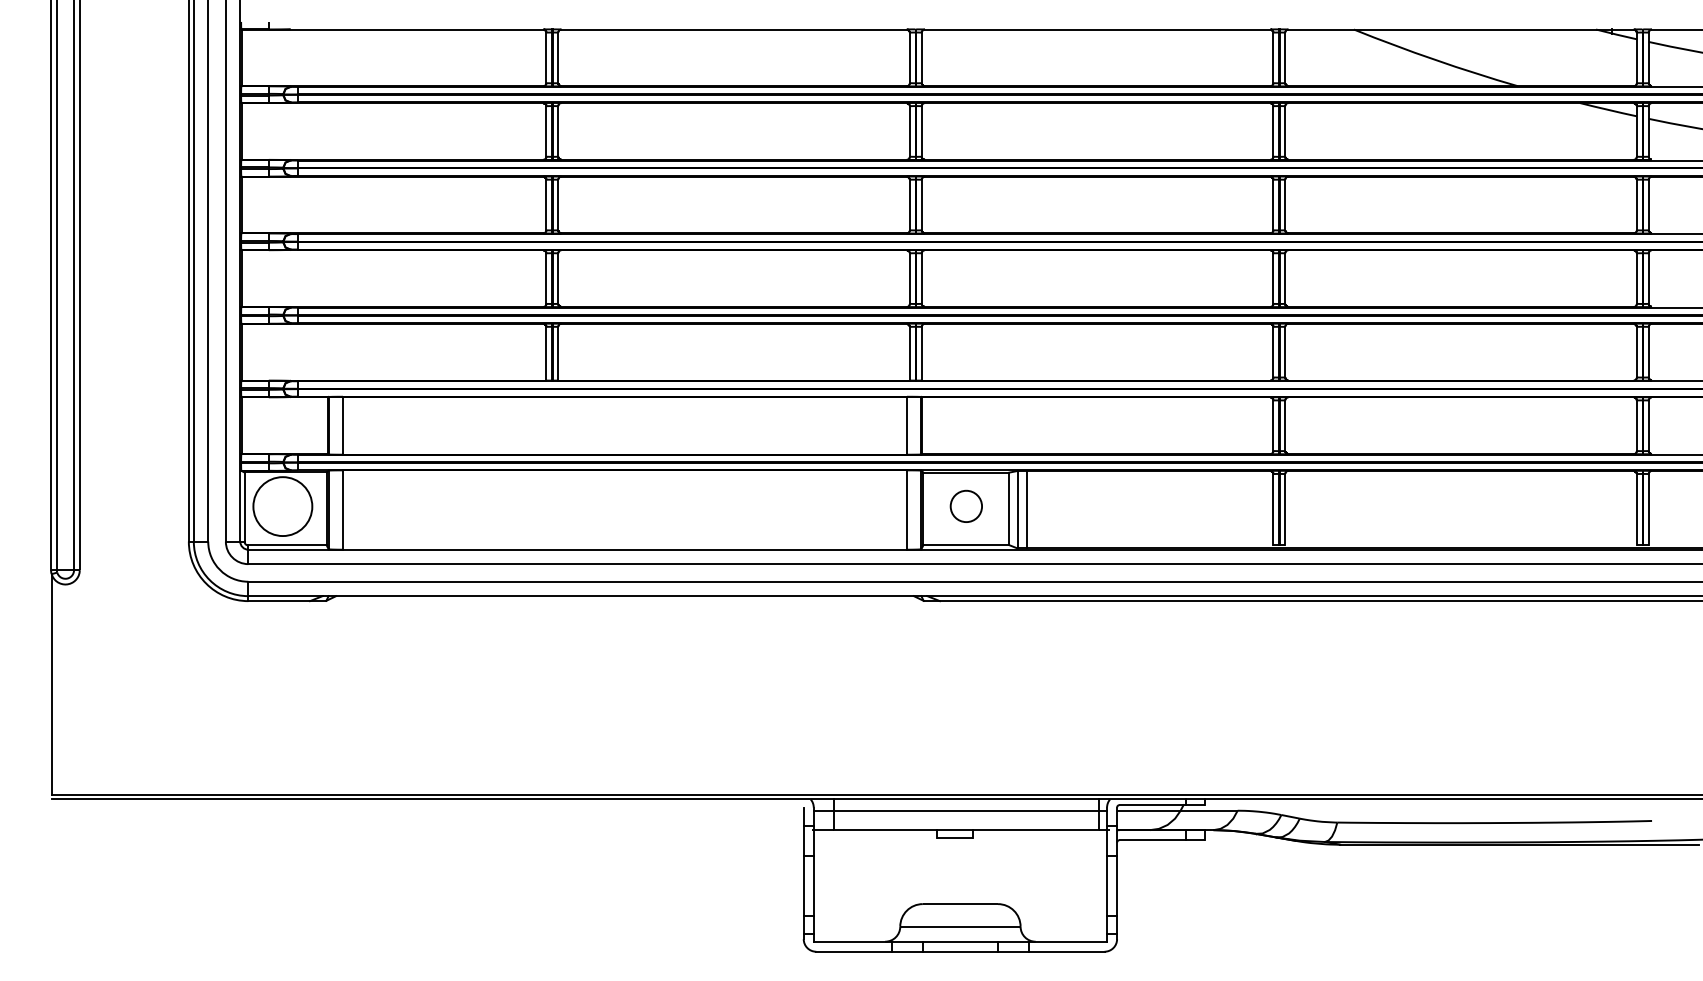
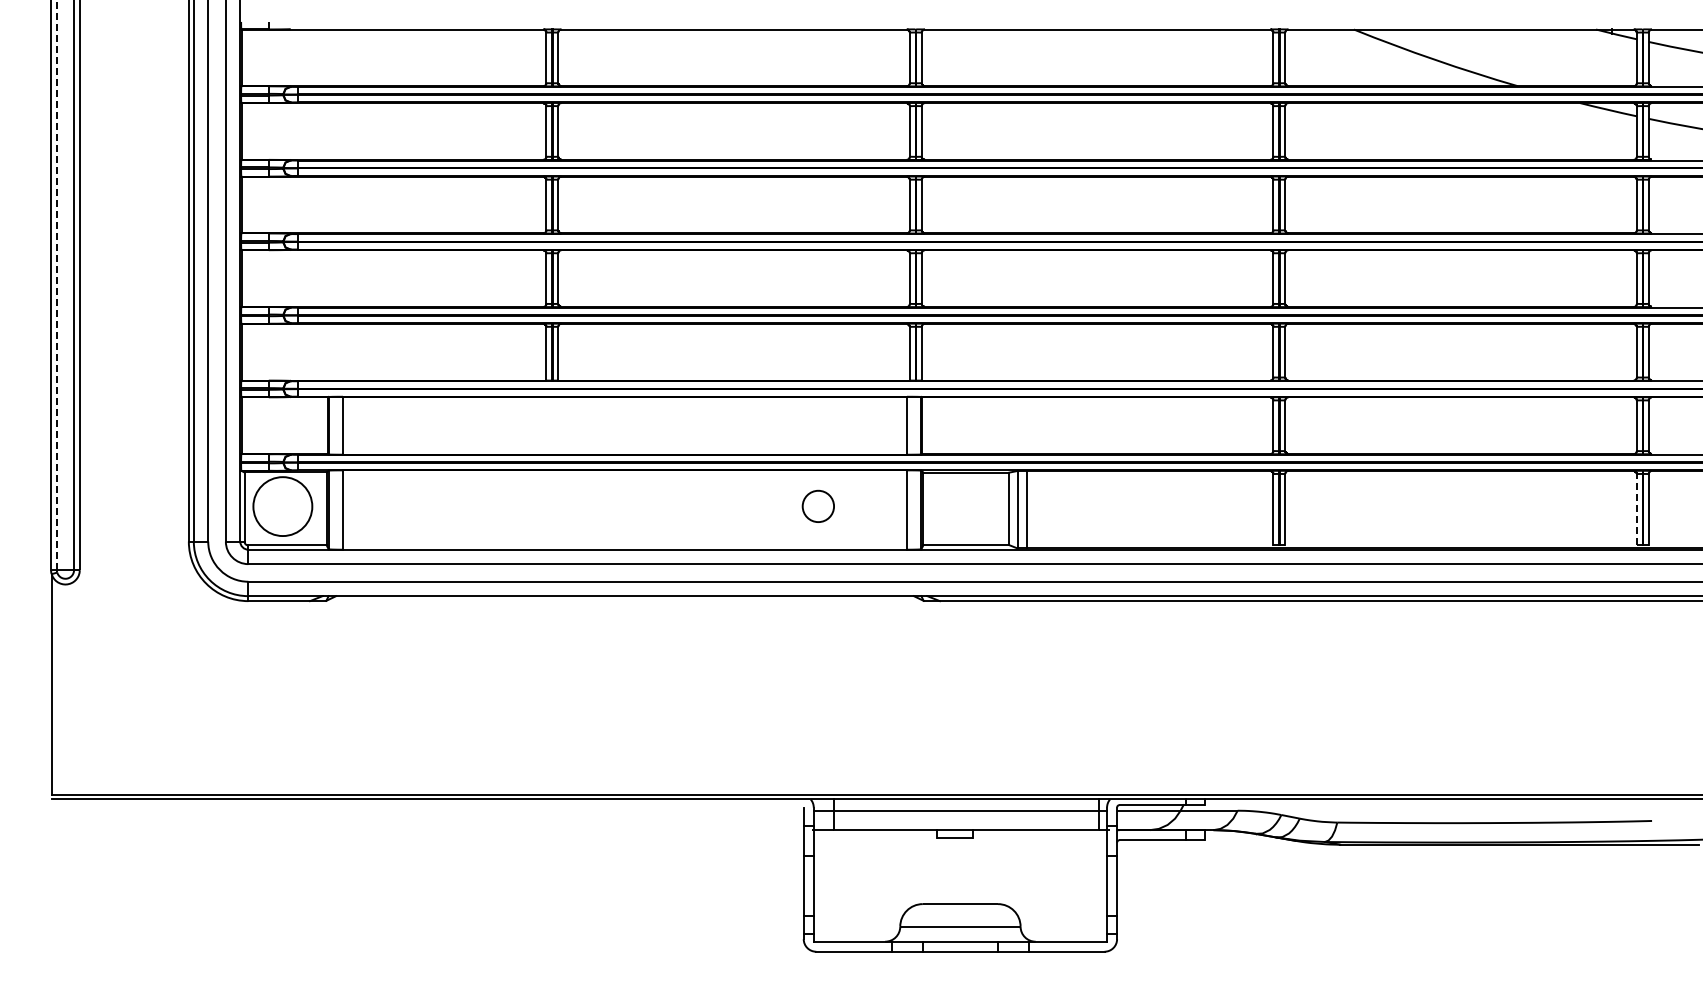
line at (56, 284): solid -> dashed
part at (965, 505) position: (965, 505) -> (817, 505)
line at (1636, 508): solid -> dashed
